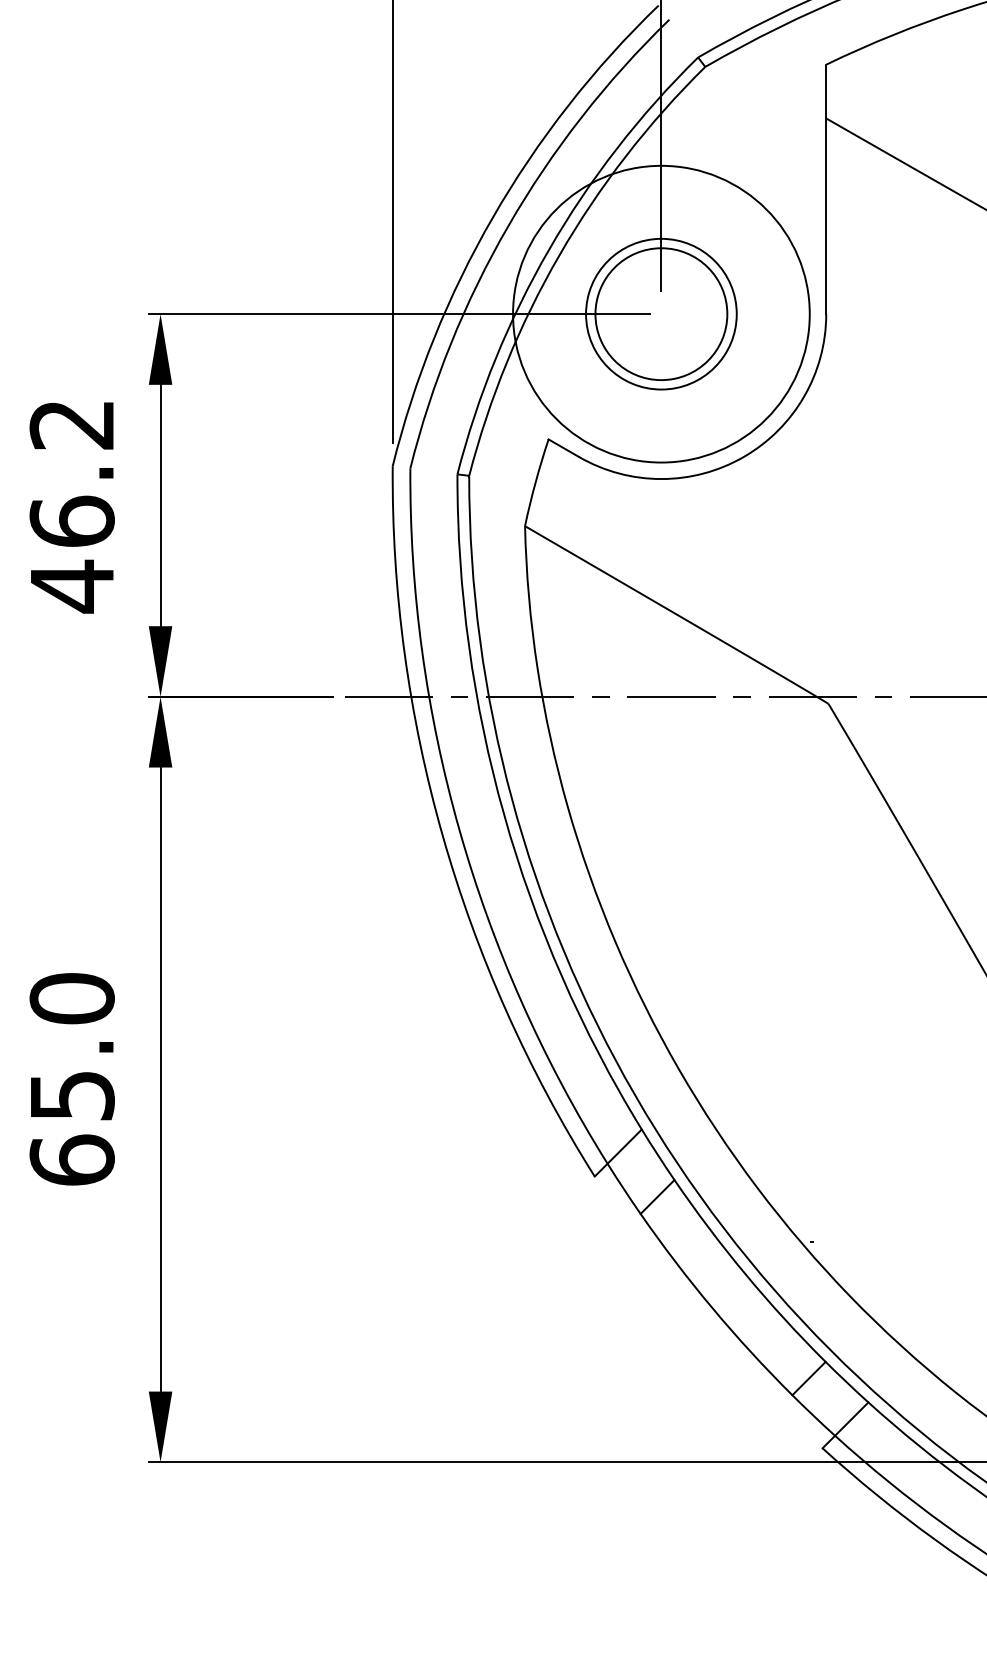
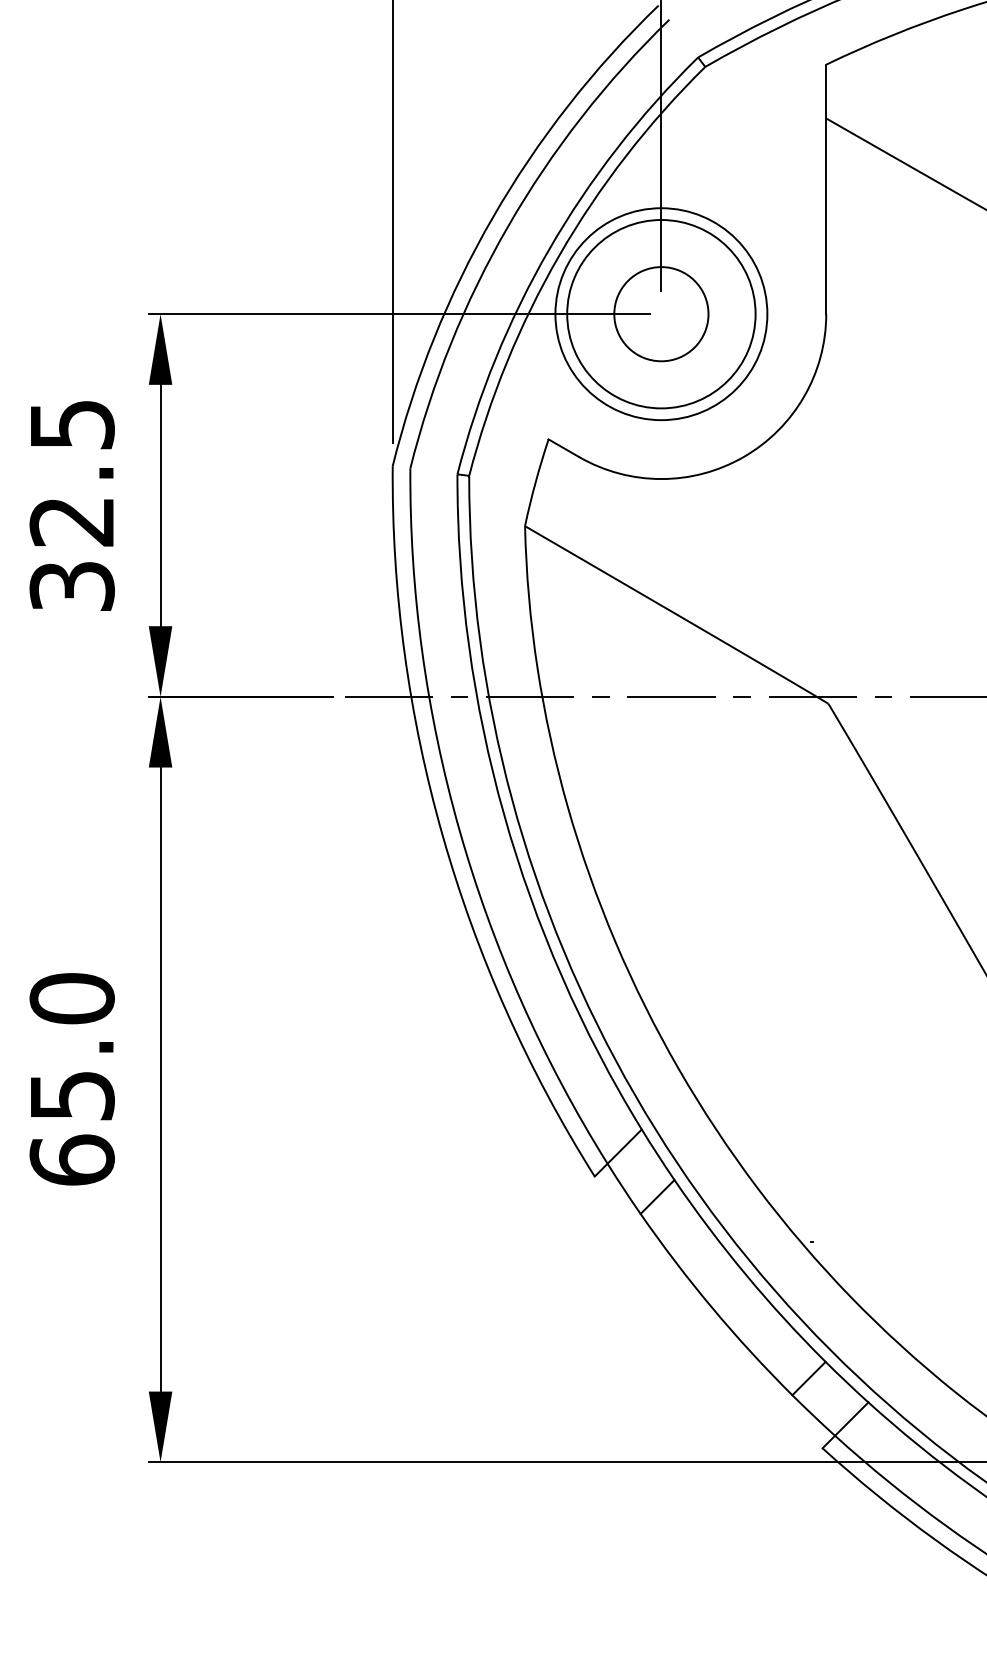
circle at (661, 313) diameter: 151 px -> 94 px
circle at (661, 313) diameter: 297 px -> 212 px
circle at (661, 314) diameter: 132 px -> 188 px
text at (71, 507): 46.2 -> 32.5
